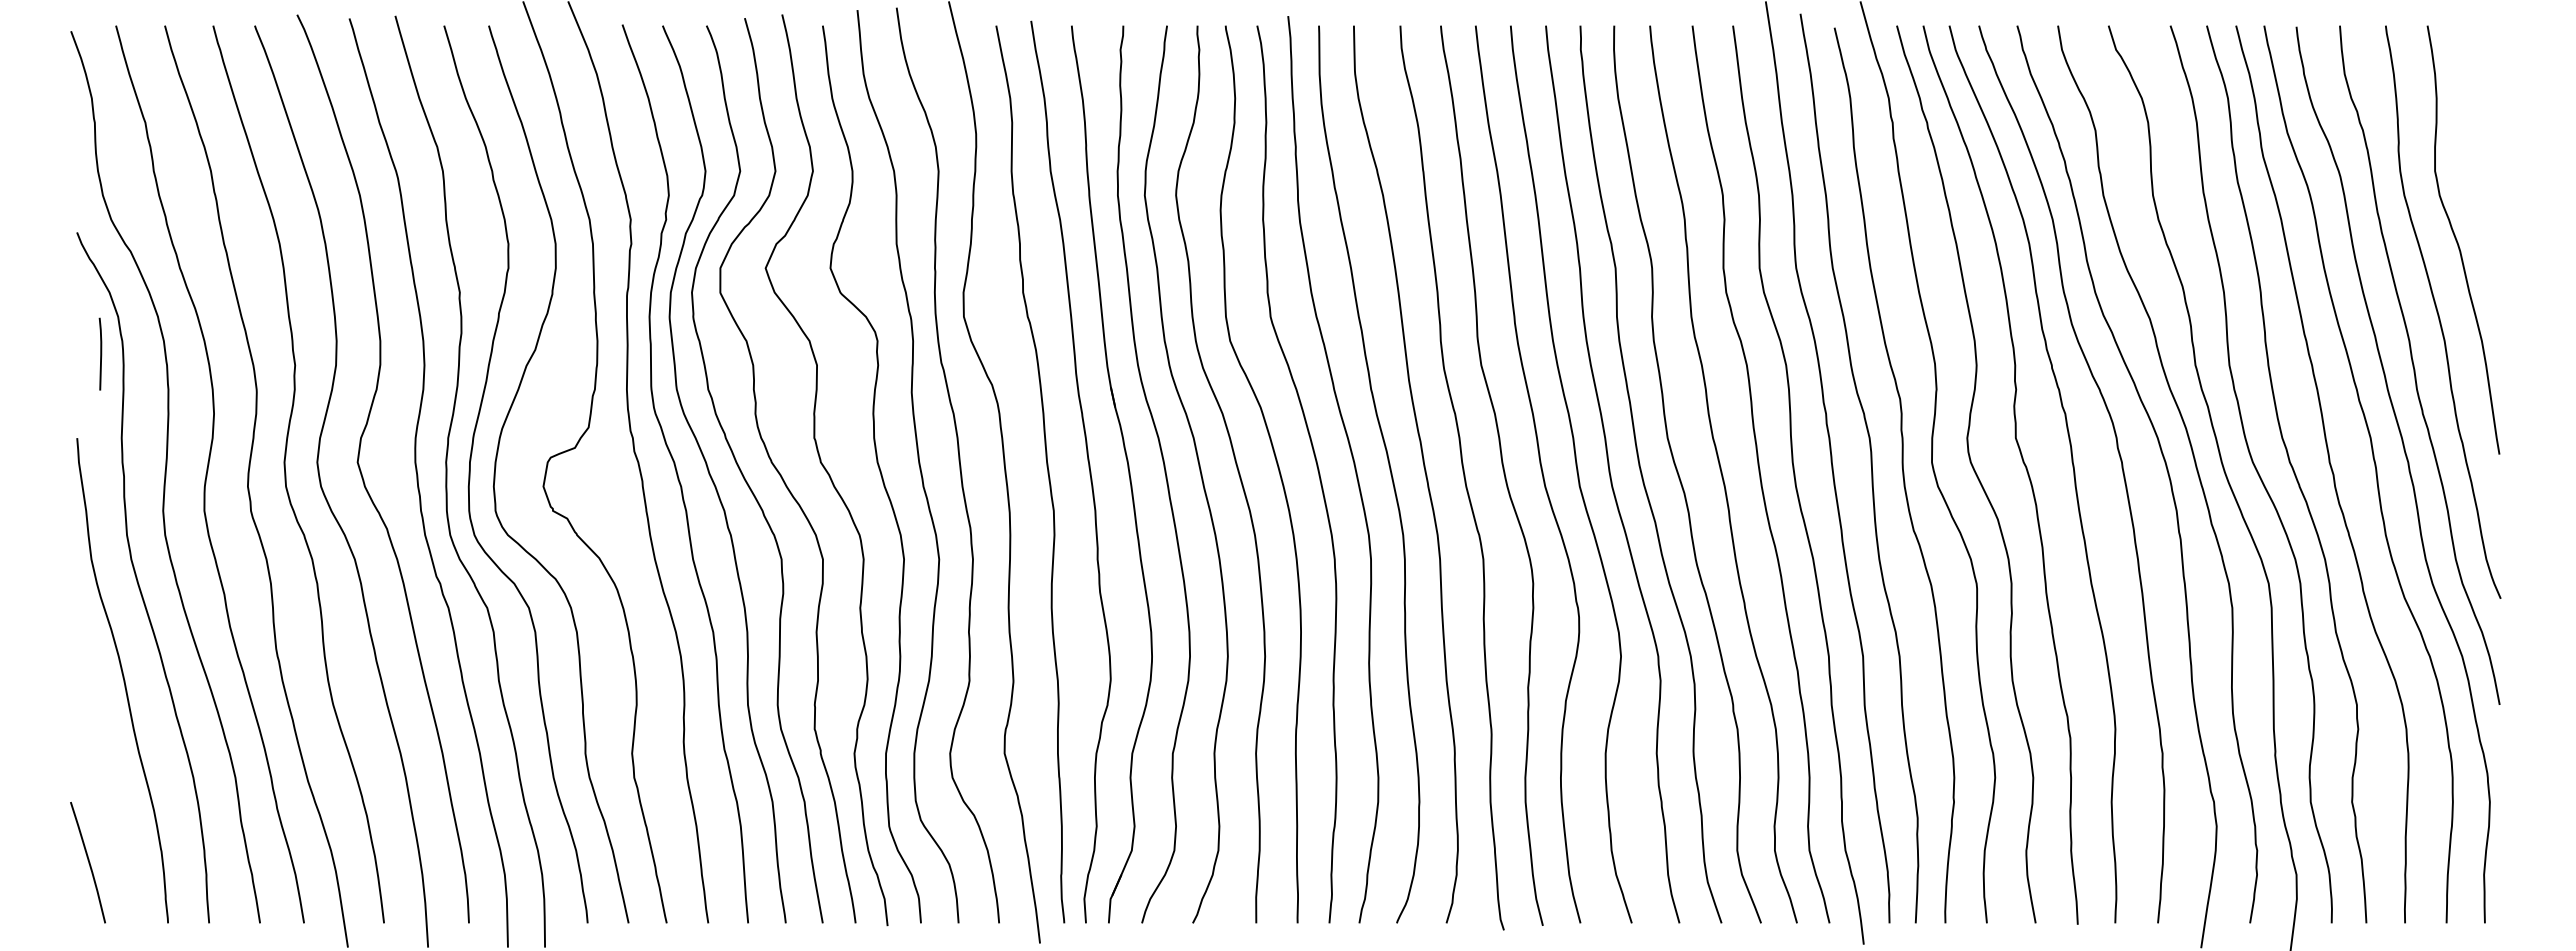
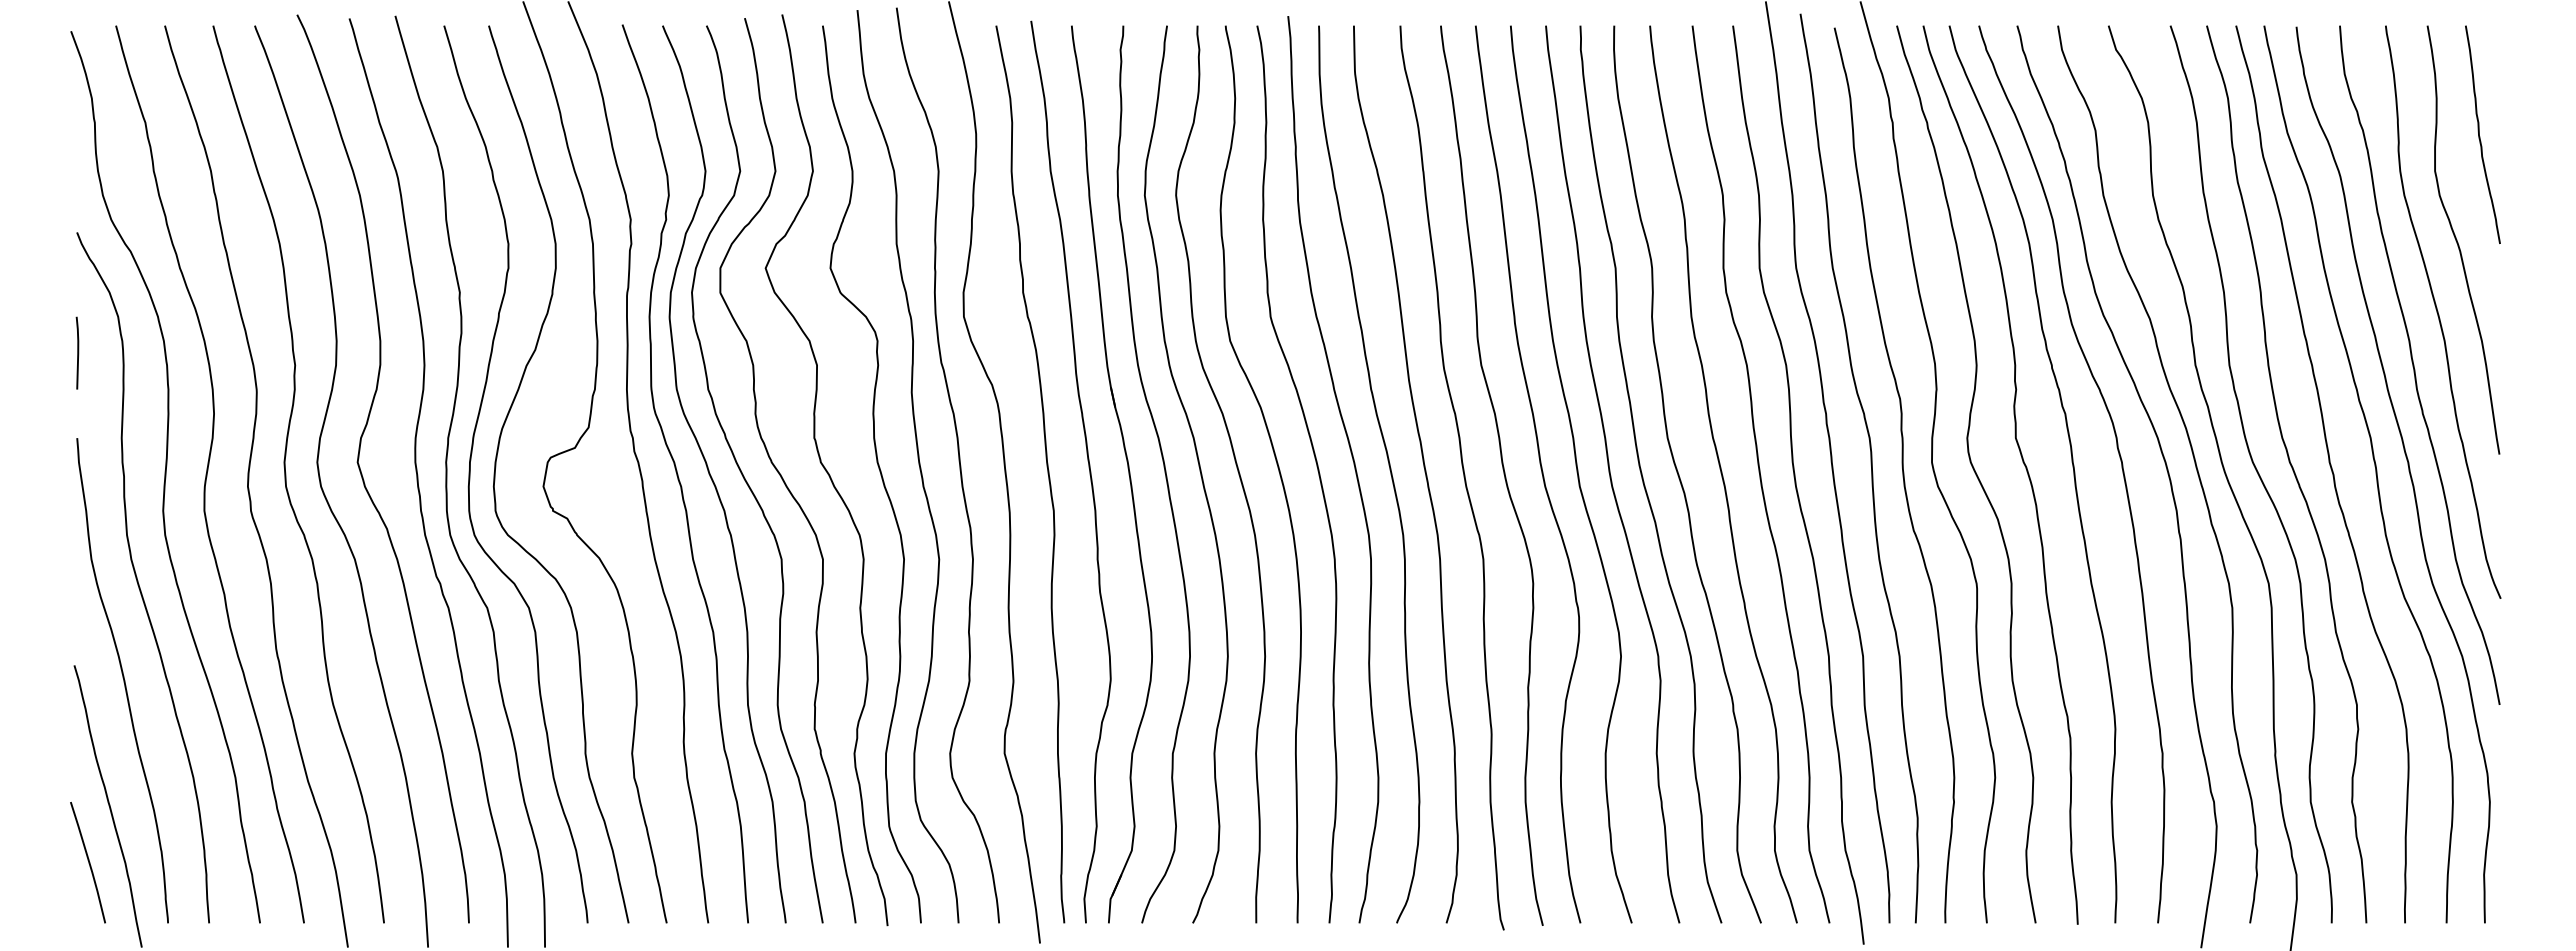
curve at (2480, 136): none -> present
line at (100, 353) position: (100, 353) -> (77, 352)
curve at (108, 806): none -> present
